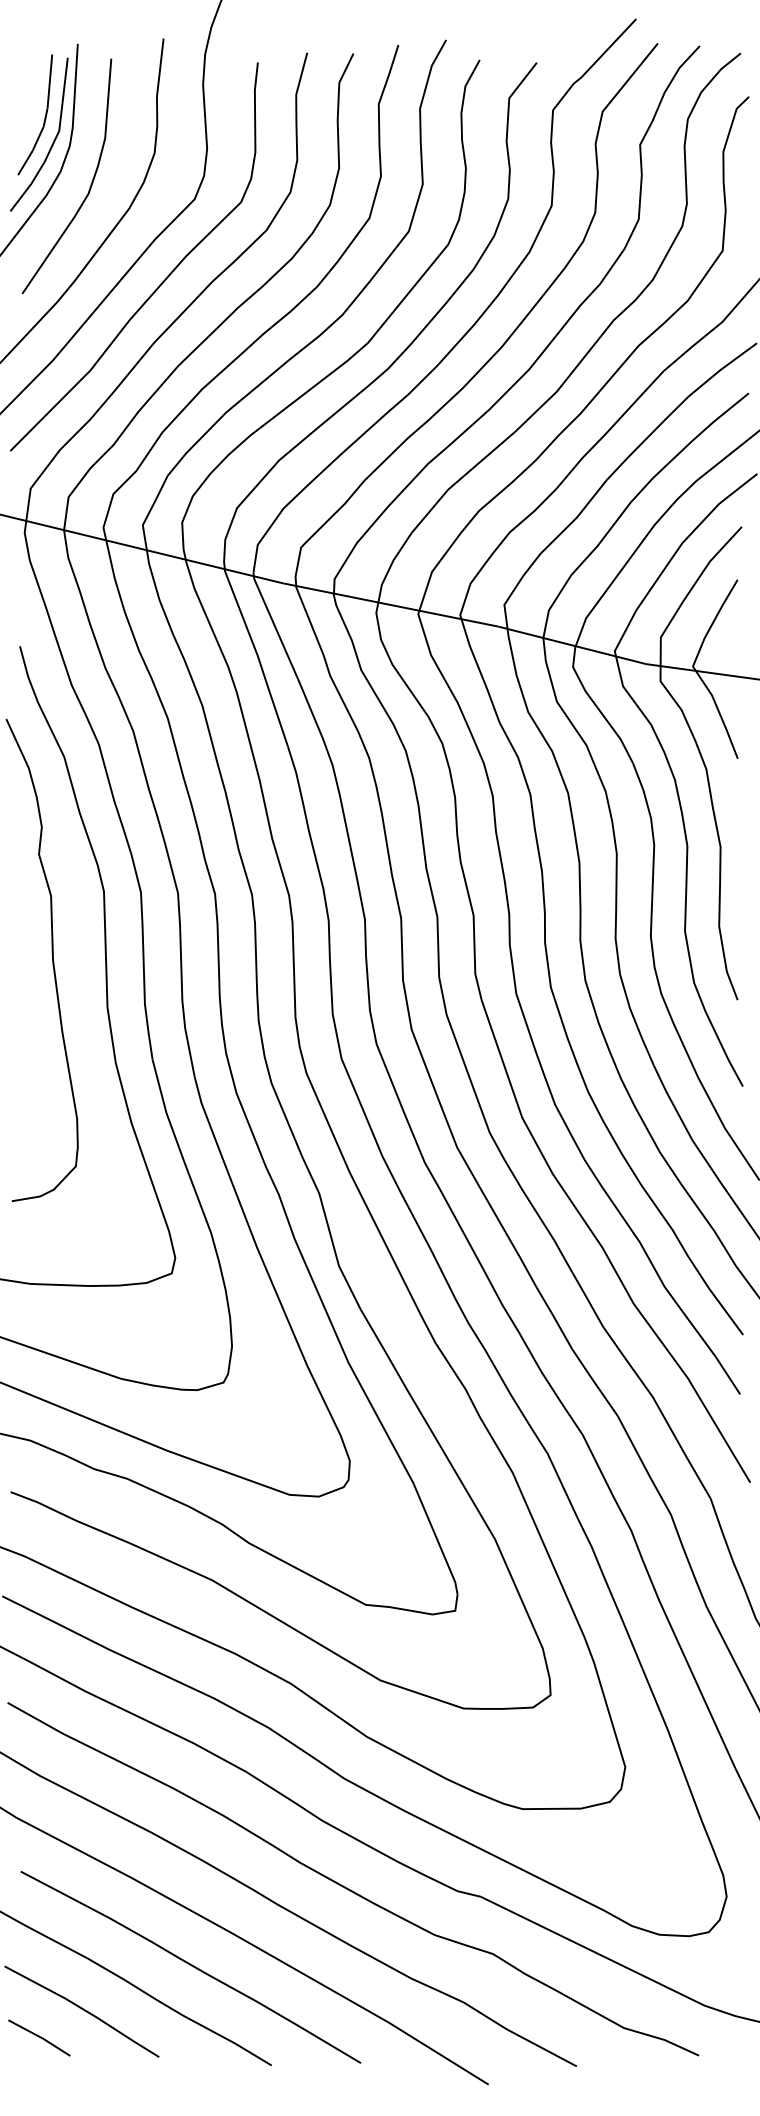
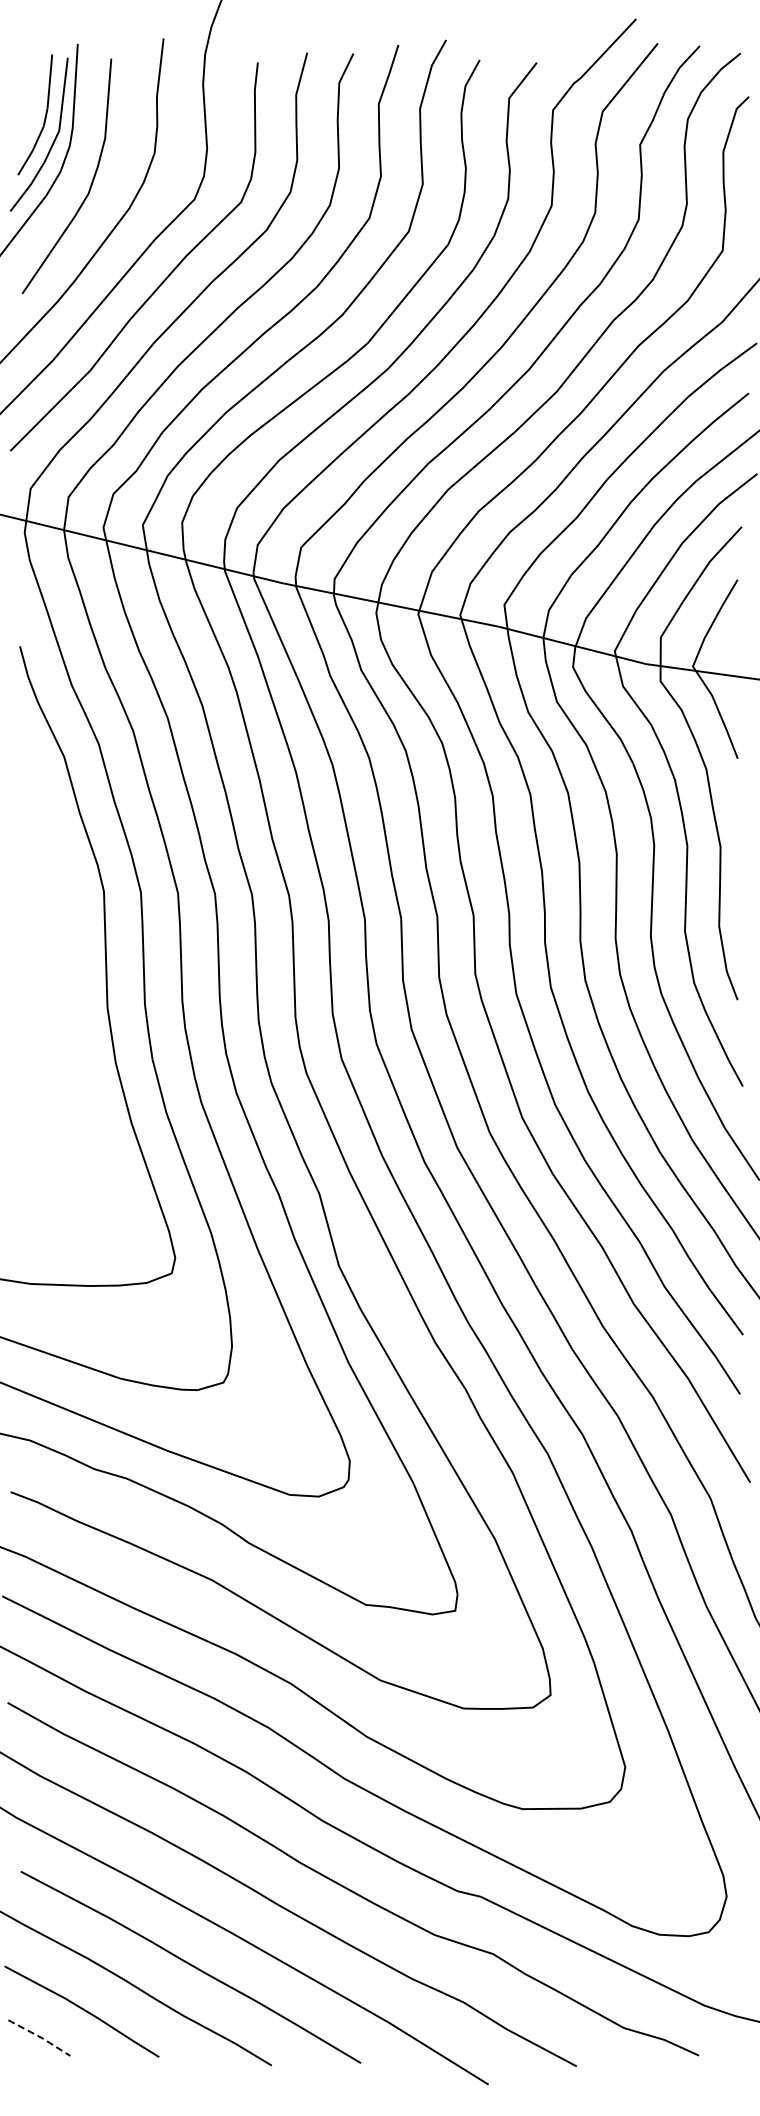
curve at (52, 960): present -> none
line at (40, 2037): solid -> dashed
